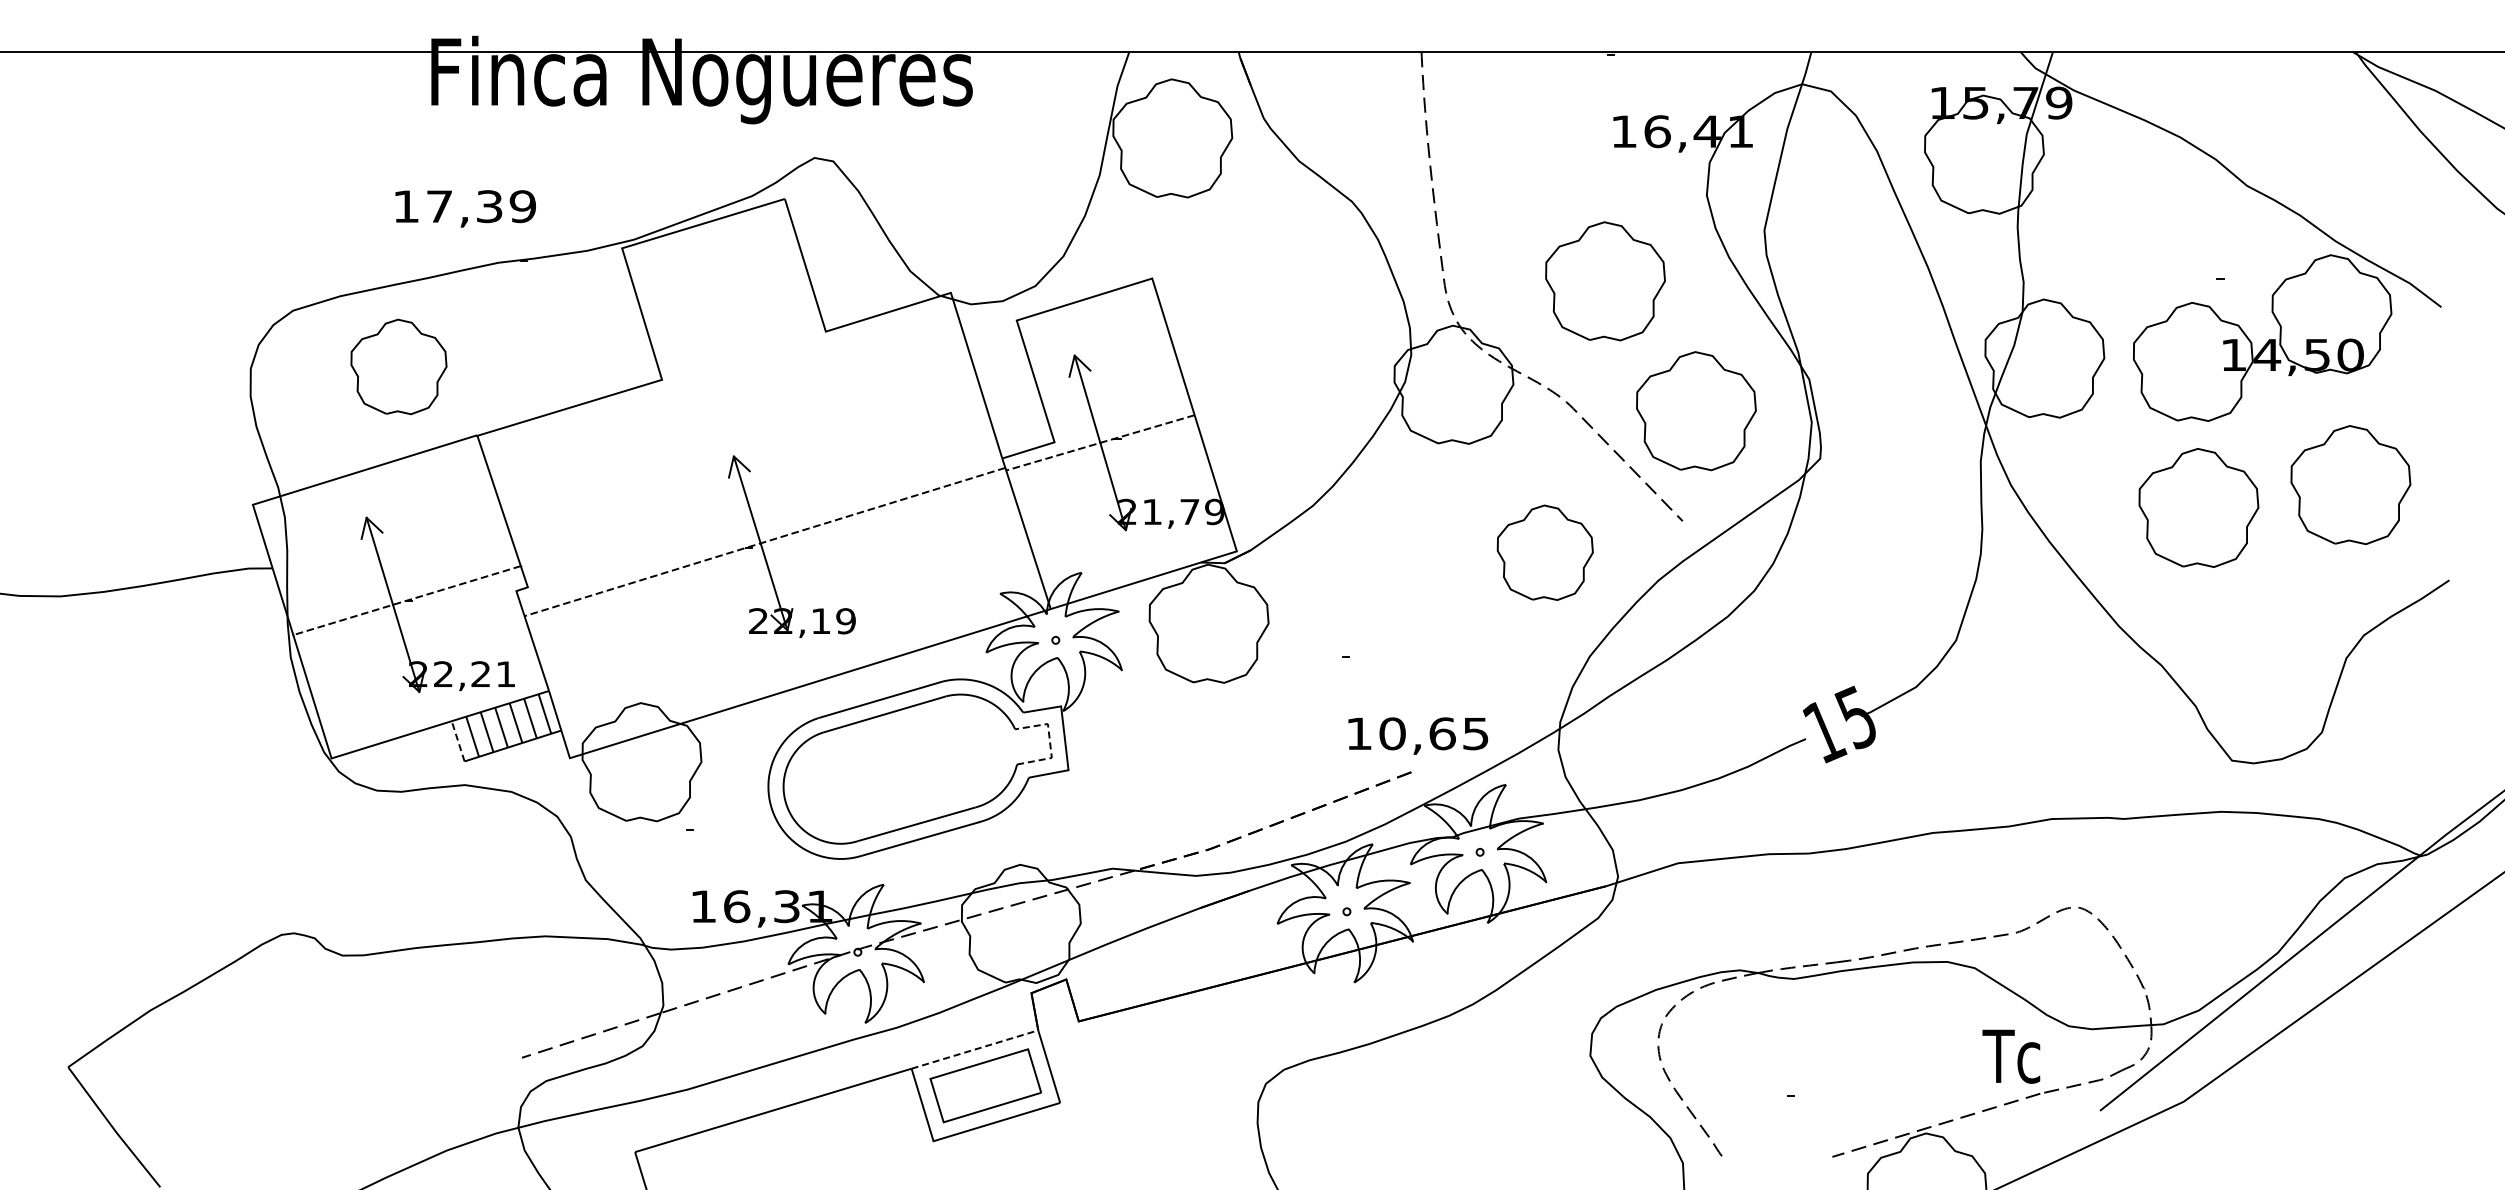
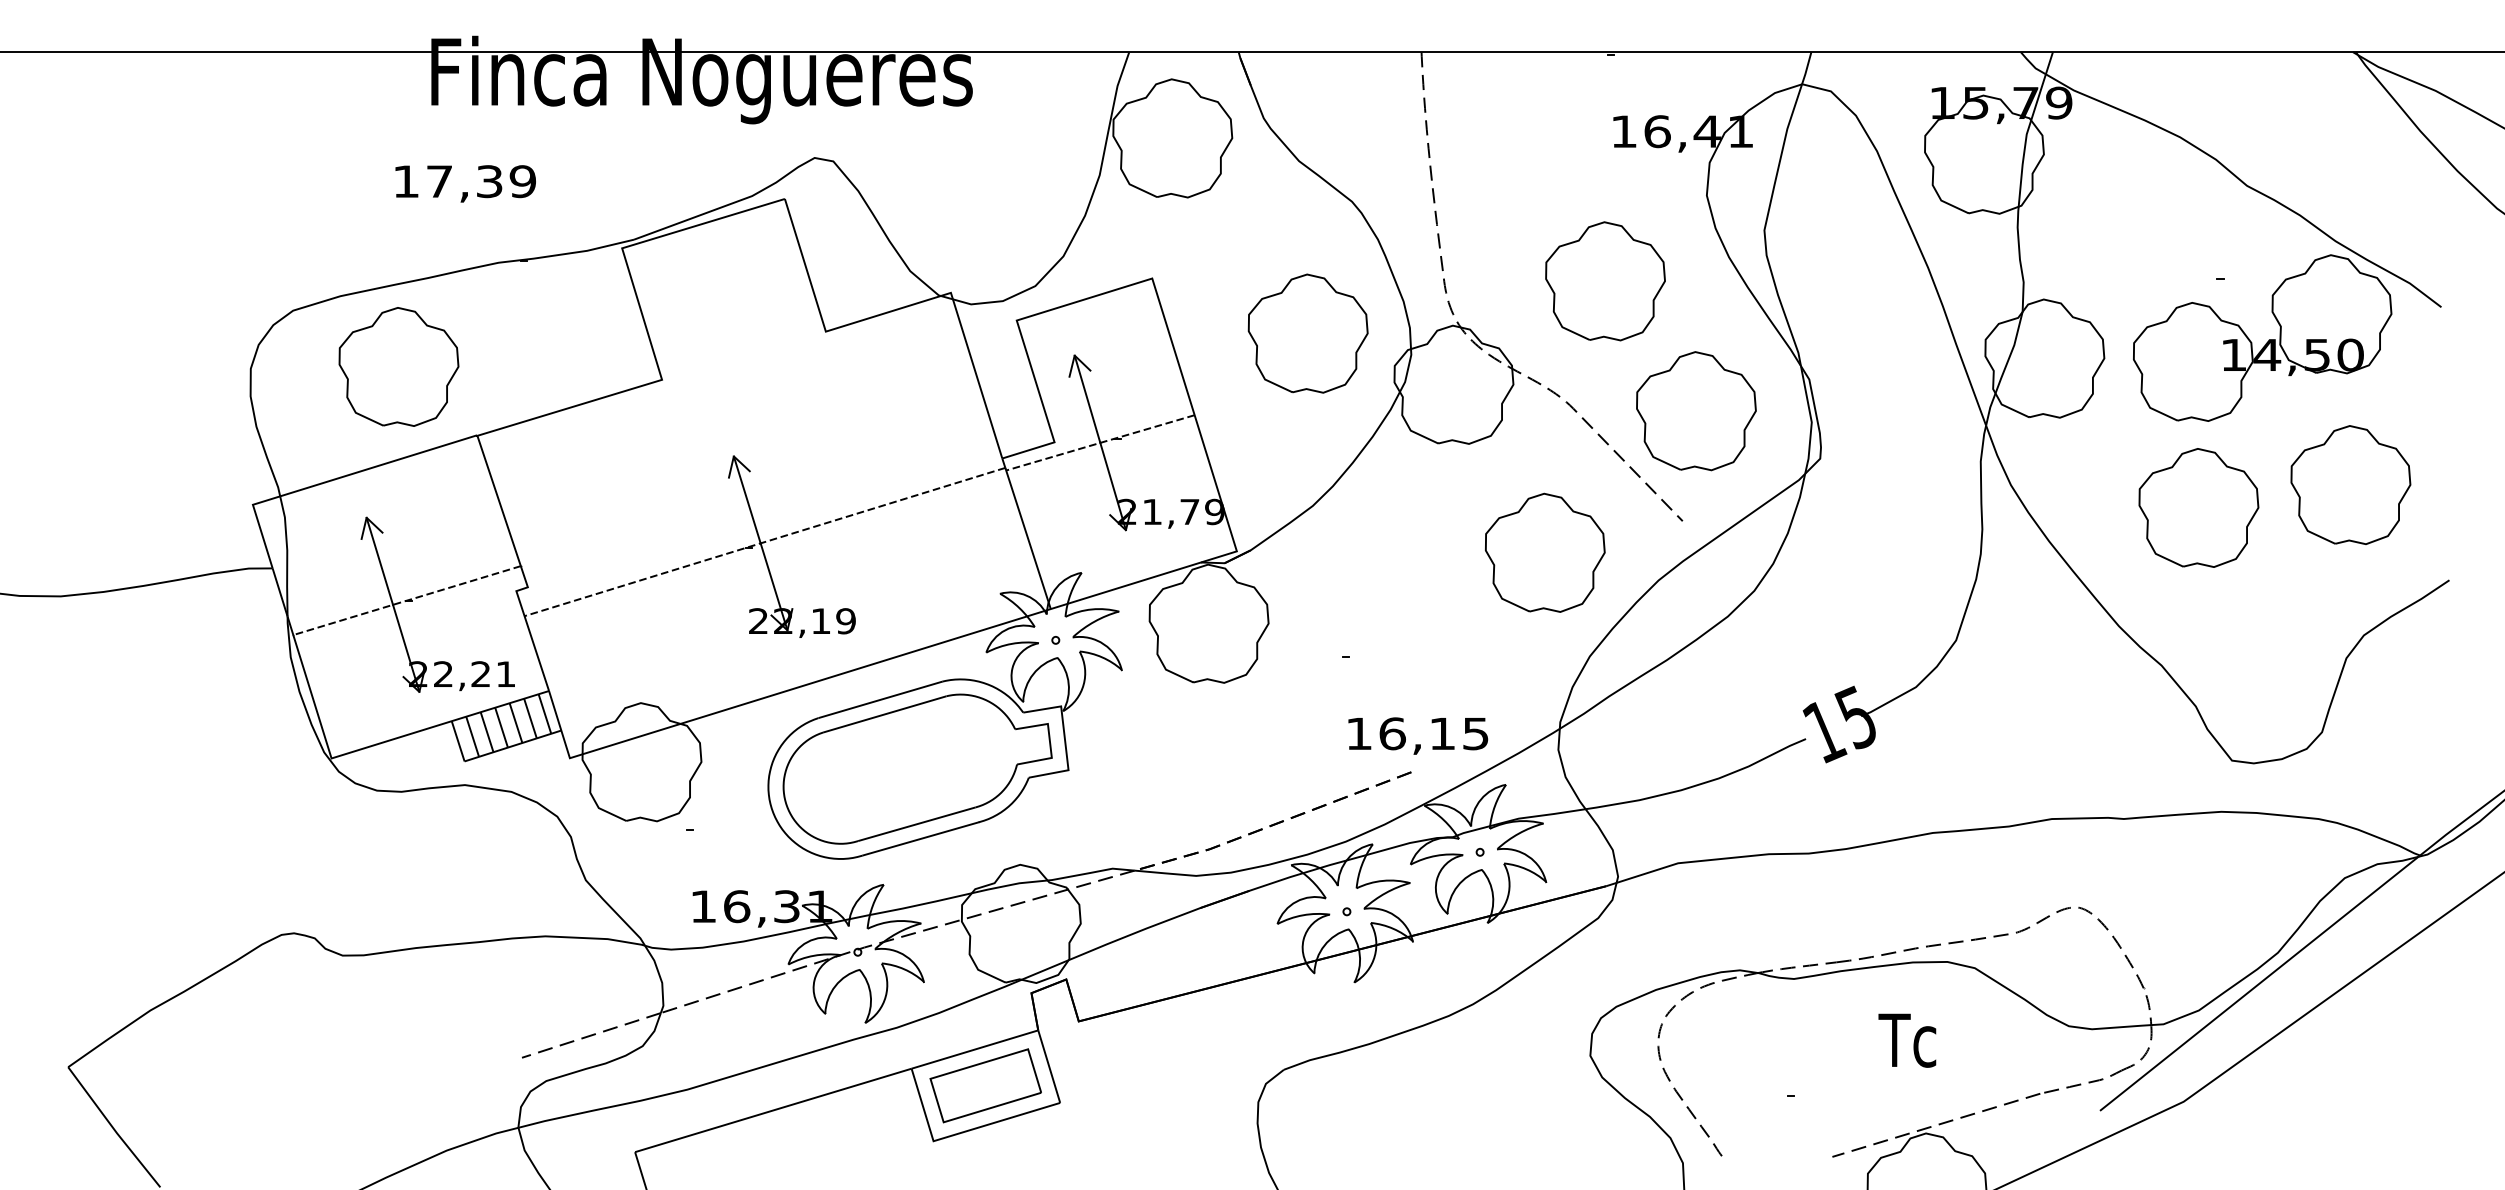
text at (465, 208) position: (465, 208) -> (465, 183)
part at (1307, 333): none -> present
part at (398, 366) size: 98x98 px -> 122x120 px
part at (1544, 552) size: 98x97 px -> 121x121 px
text at (1417, 733): 10,65 -> 16,15
line at (458, 740): dashed -> solid
line at (1049, 741): dashed -> solid
line at (975, 1049): dashed -> solid
text at (2011, 1056) position: (2011, 1056) -> (1907, 1040)
